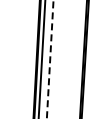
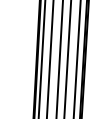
line at (59, 58): none -> present
line at (67, 58): none -> present
line at (76, 58): none -> present
line at (50, 59): dashed -> solid
